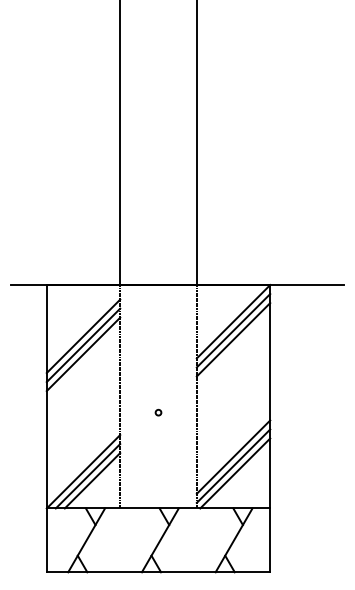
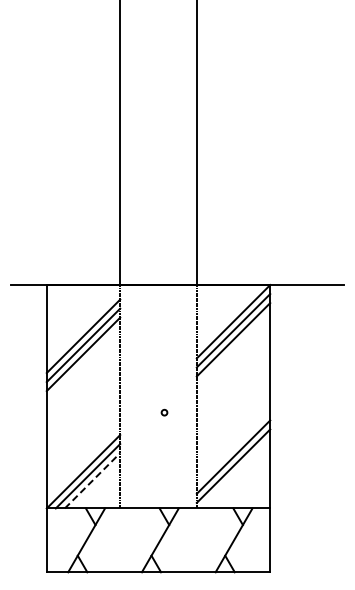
circle at (158, 412) position: (158, 412) -> (164, 412)
line at (235, 473): present -> none
line at (92, 480): solid -> dashed
